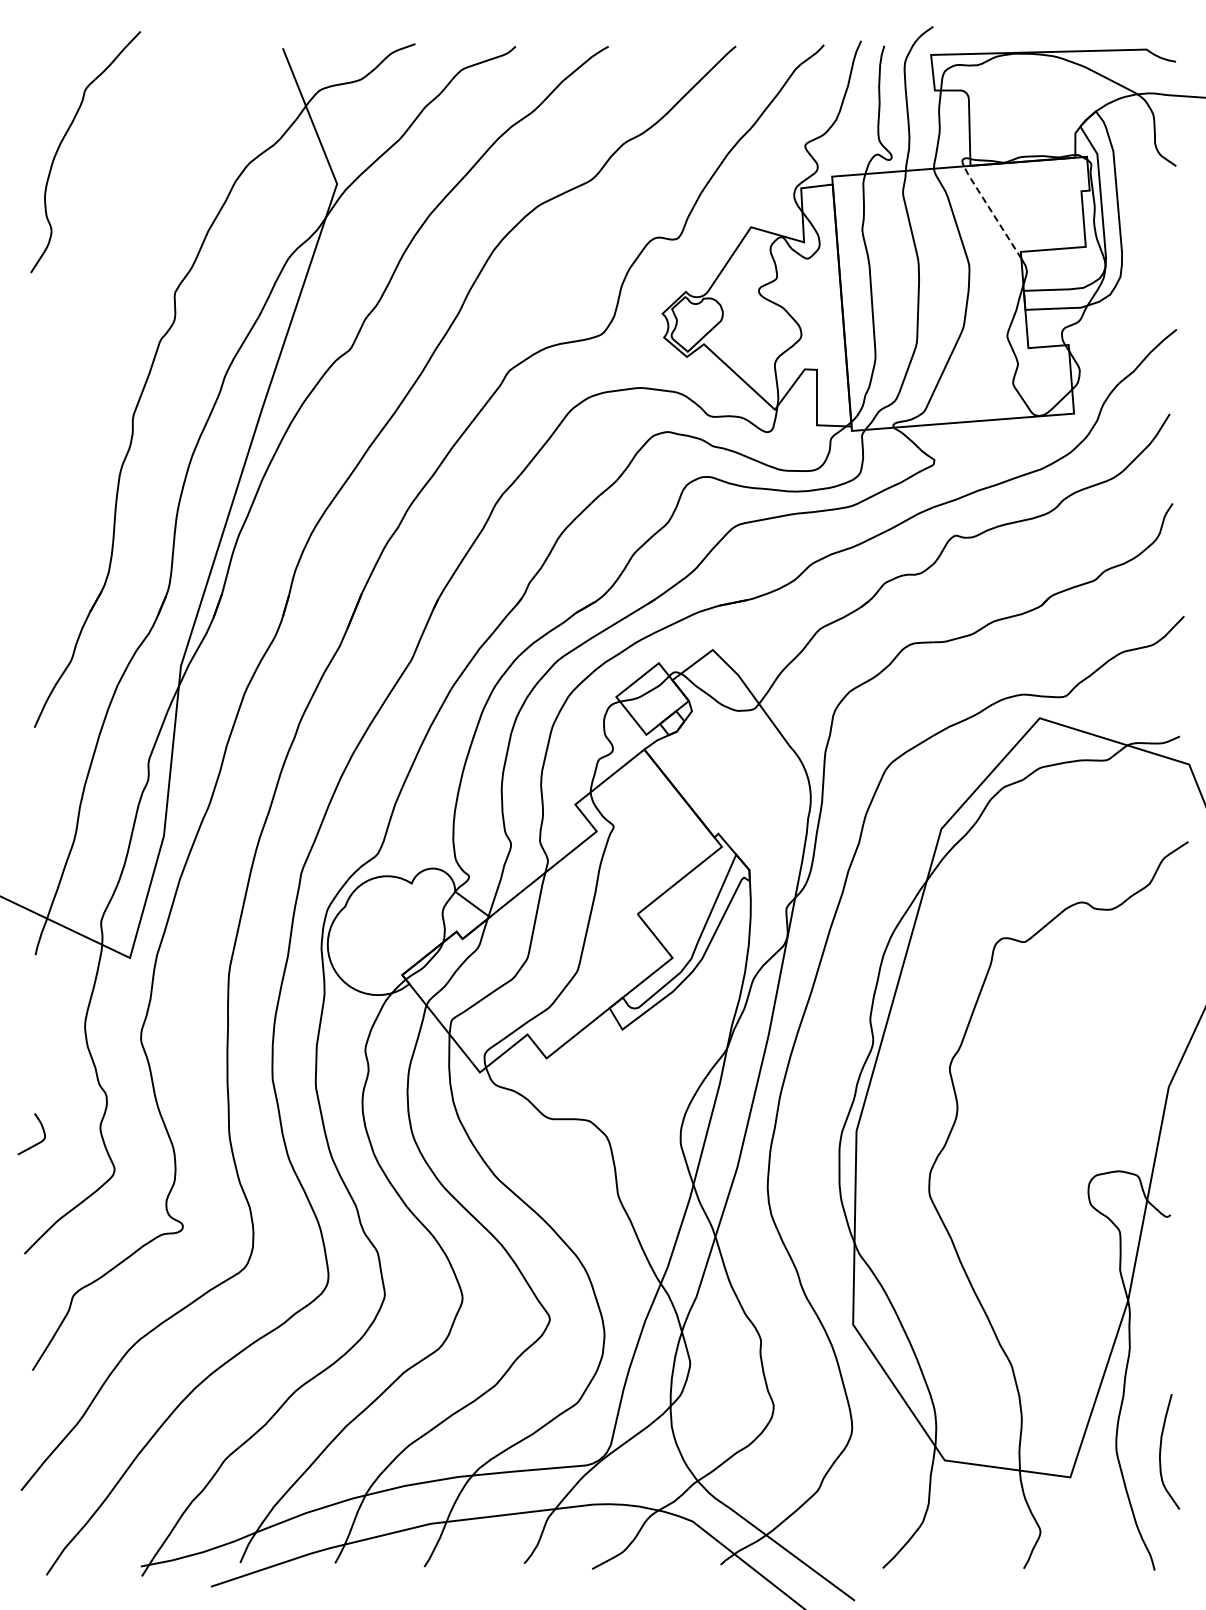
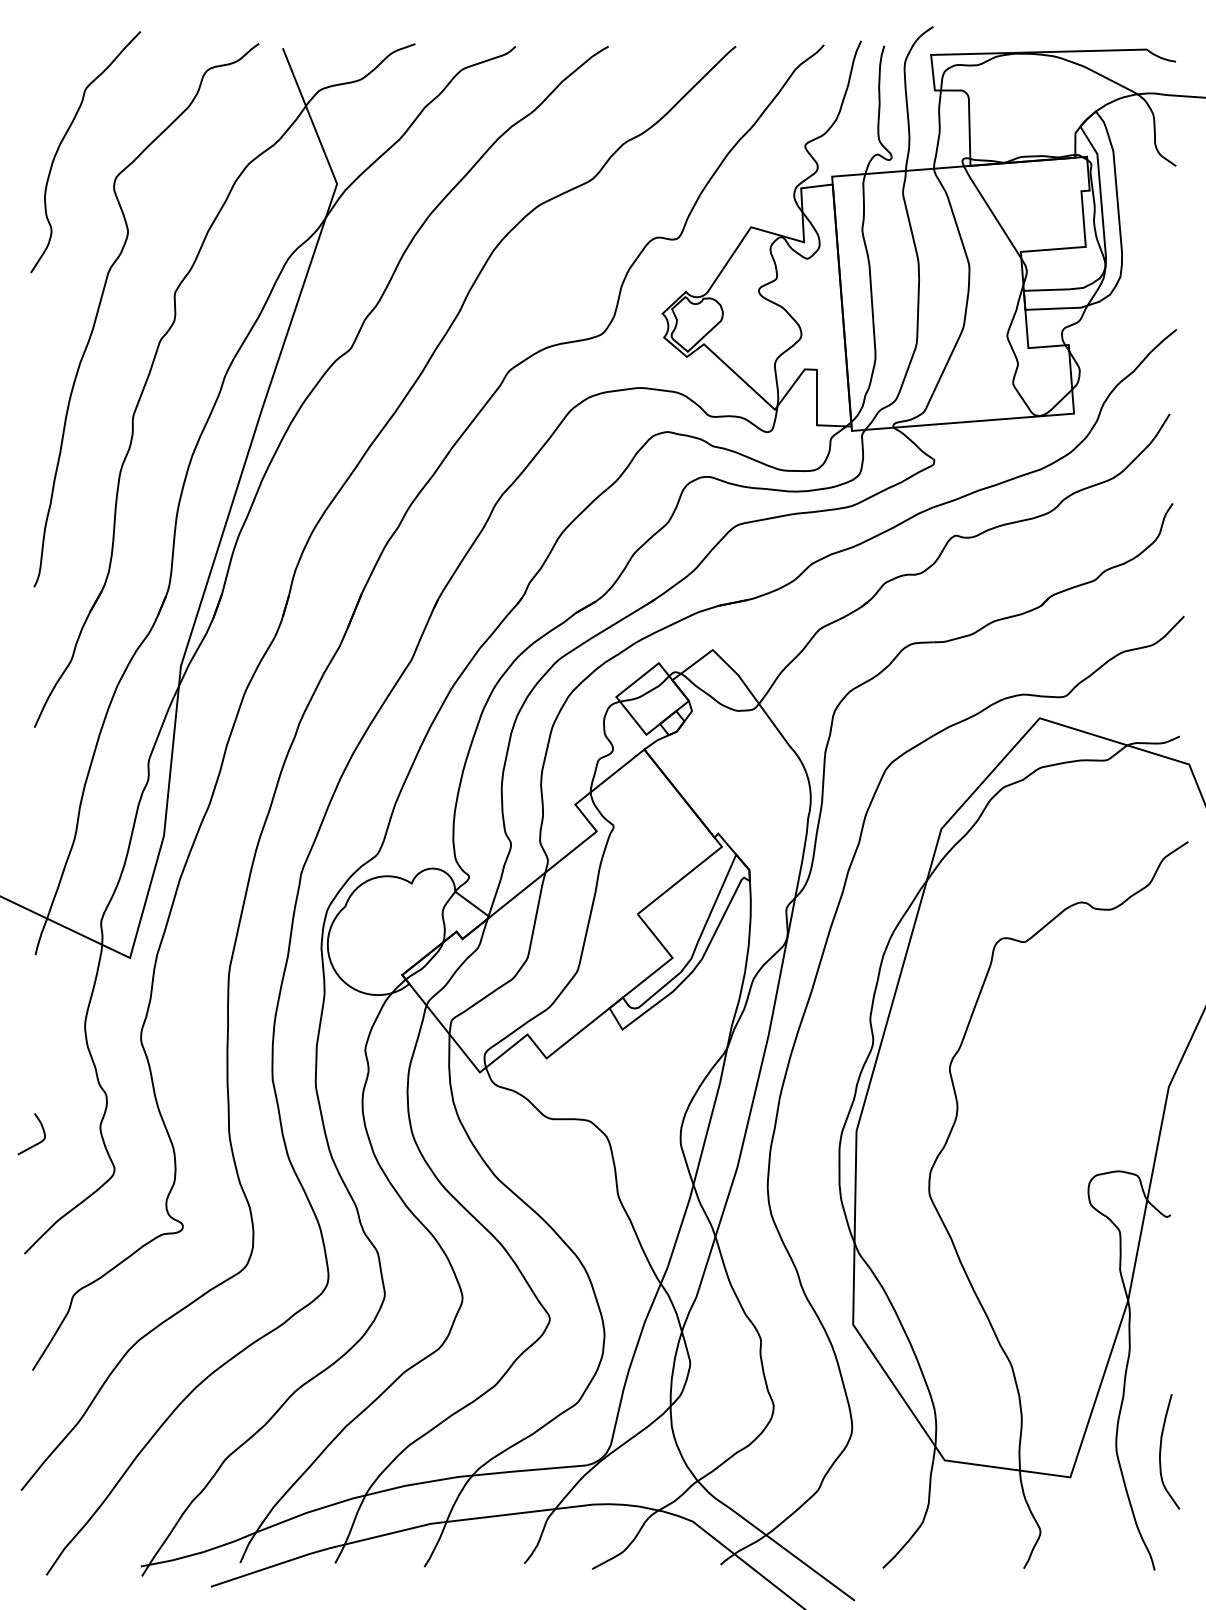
line at (991, 211): dashed -> solid
curve at (101, 302): none -> present
